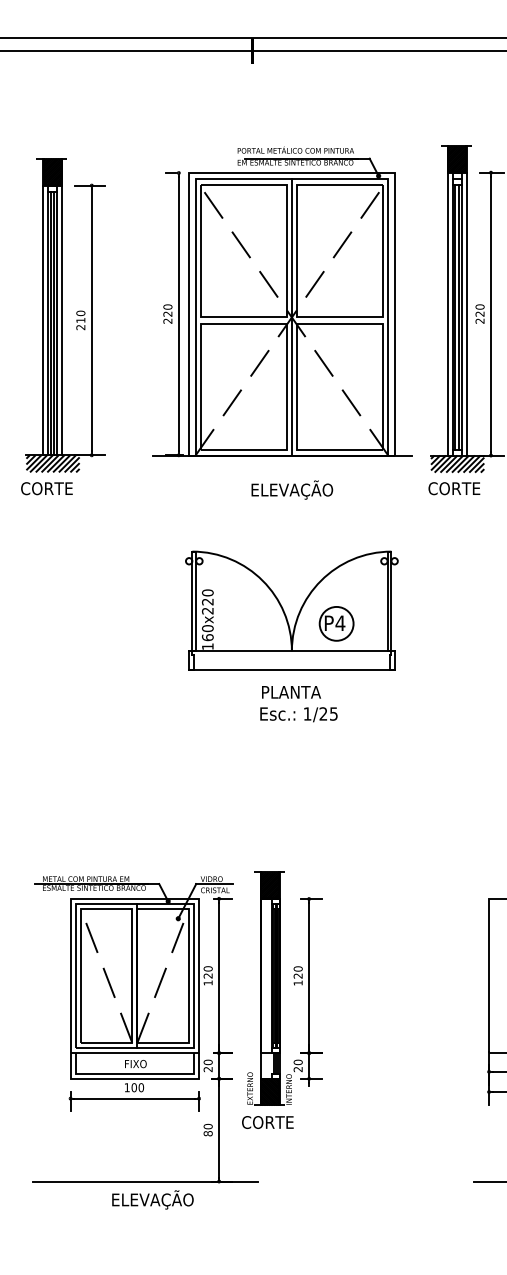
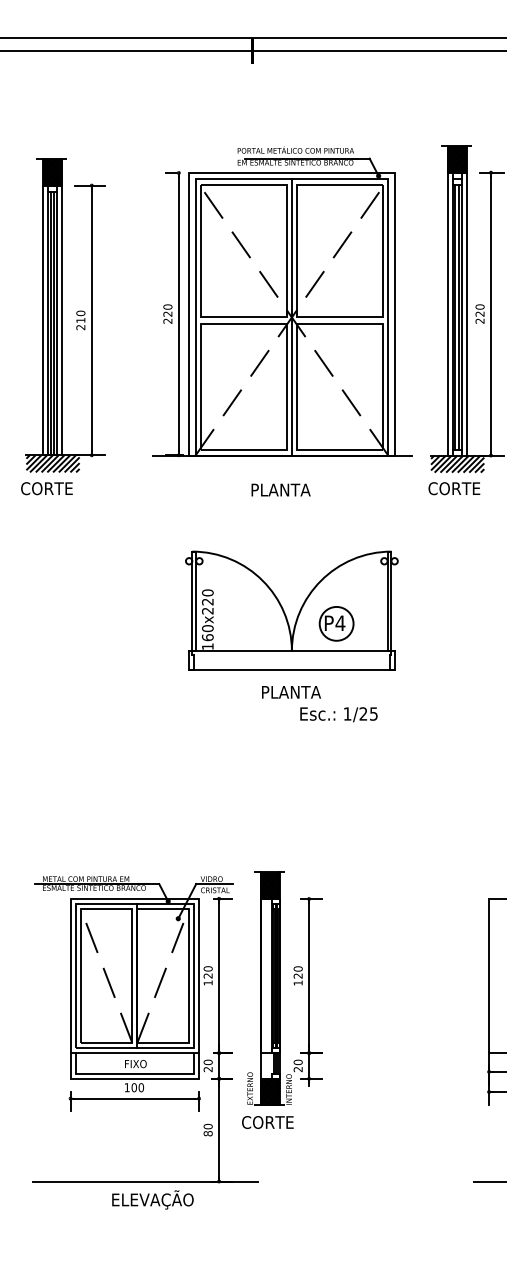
text at (293, 489): ELEVAÇÃO -> PLANTA
text at (298, 714) position: (298, 714) -> (338, 714)
